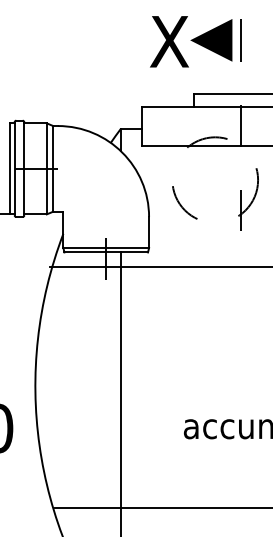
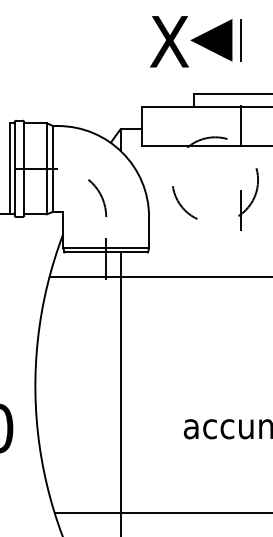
arc at (100, 196): none -> present
line at (159, 266) position: (159, 266) -> (159, 276)
line at (161, 508) position: (161, 508) -> (161, 513)
